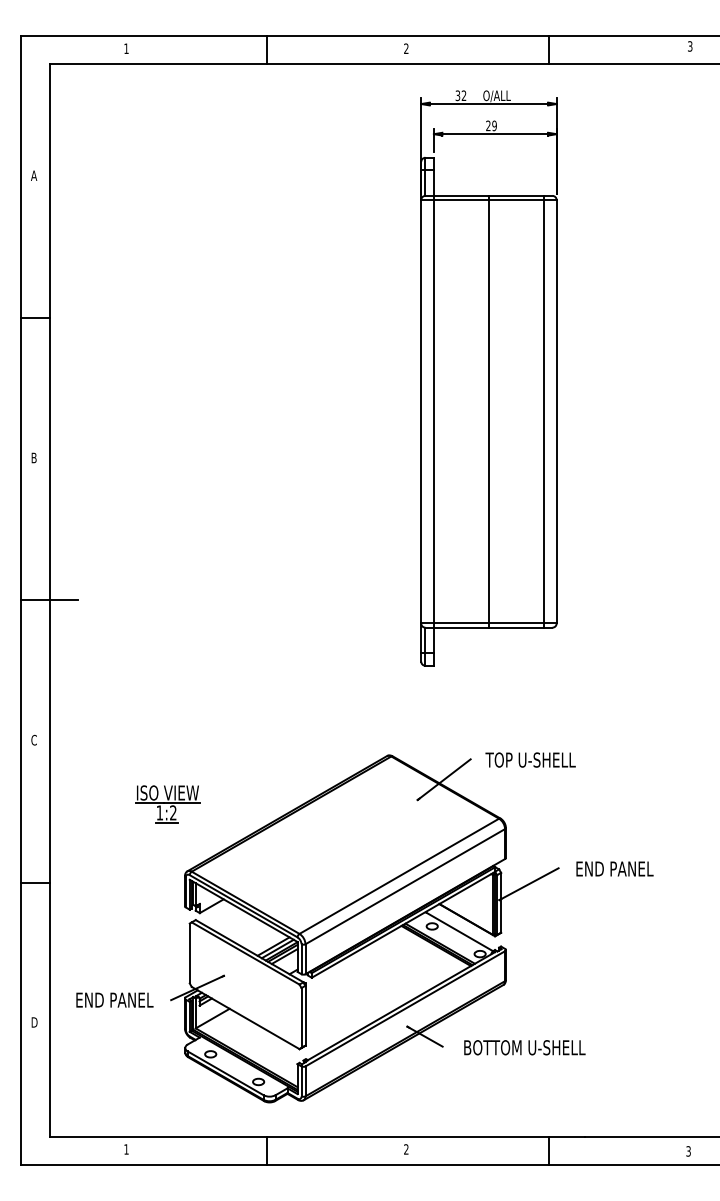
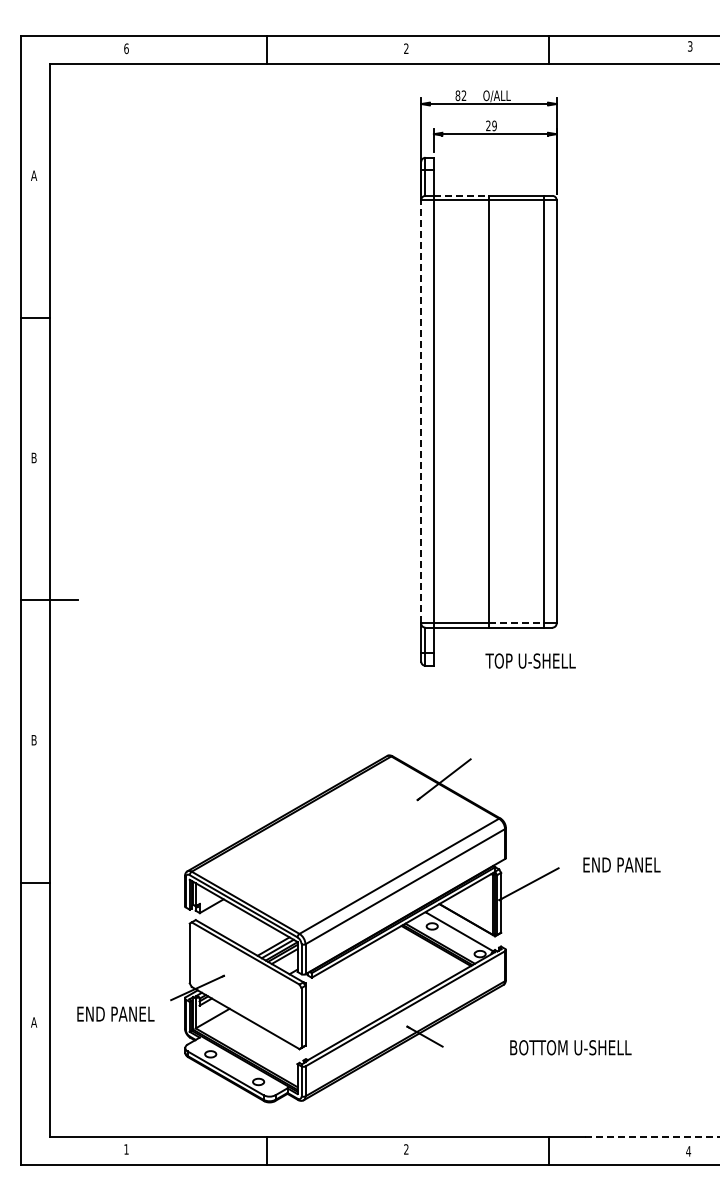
text at (126, 48): 1 -> 6
text at (457, 95): 32 -> 82
line at (461, 195): solid -> dashed
line at (421, 411): solid -> dashed
line at (516, 623): solid -> dashed
text at (33, 739): C -> B
text at (530, 759) position: (530, 759) -> (530, 660)
part at (167, 804): present -> none
text at (614, 868) position: (614, 868) -> (621, 864)
text at (114, 999) position: (114, 999) -> (115, 1013)
text at (34, 1022): D -> A
text at (524, 1047) position: (524, 1047) -> (570, 1047)
line at (652, 1136): solid -> dashed
text at (688, 1151): 3 -> 4
